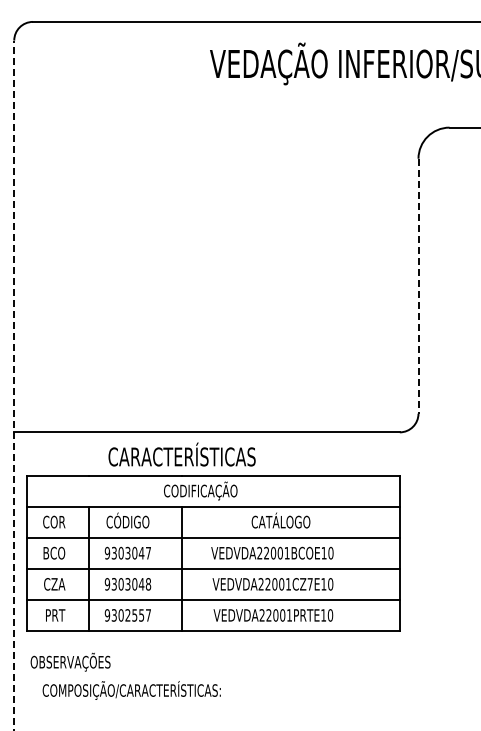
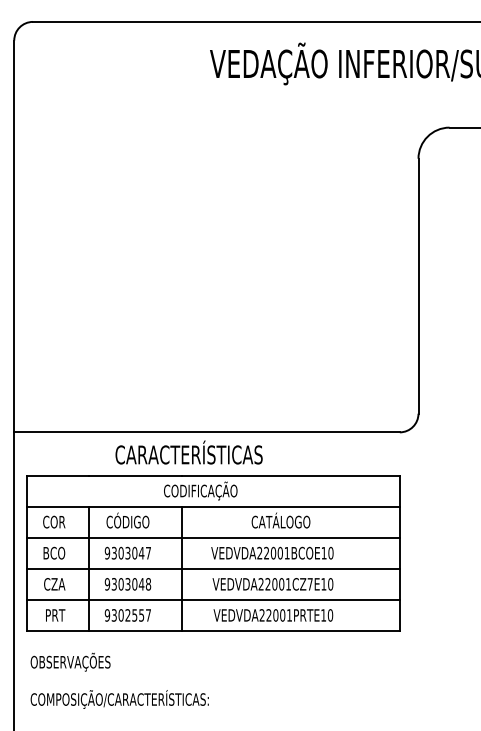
line at (418, 286): dashed -> solid
line at (14, 385): dashed -> solid
text at (181, 454) position: (181, 454) -> (188, 452)
text at (131, 690) position: (131, 690) -> (119, 699)
